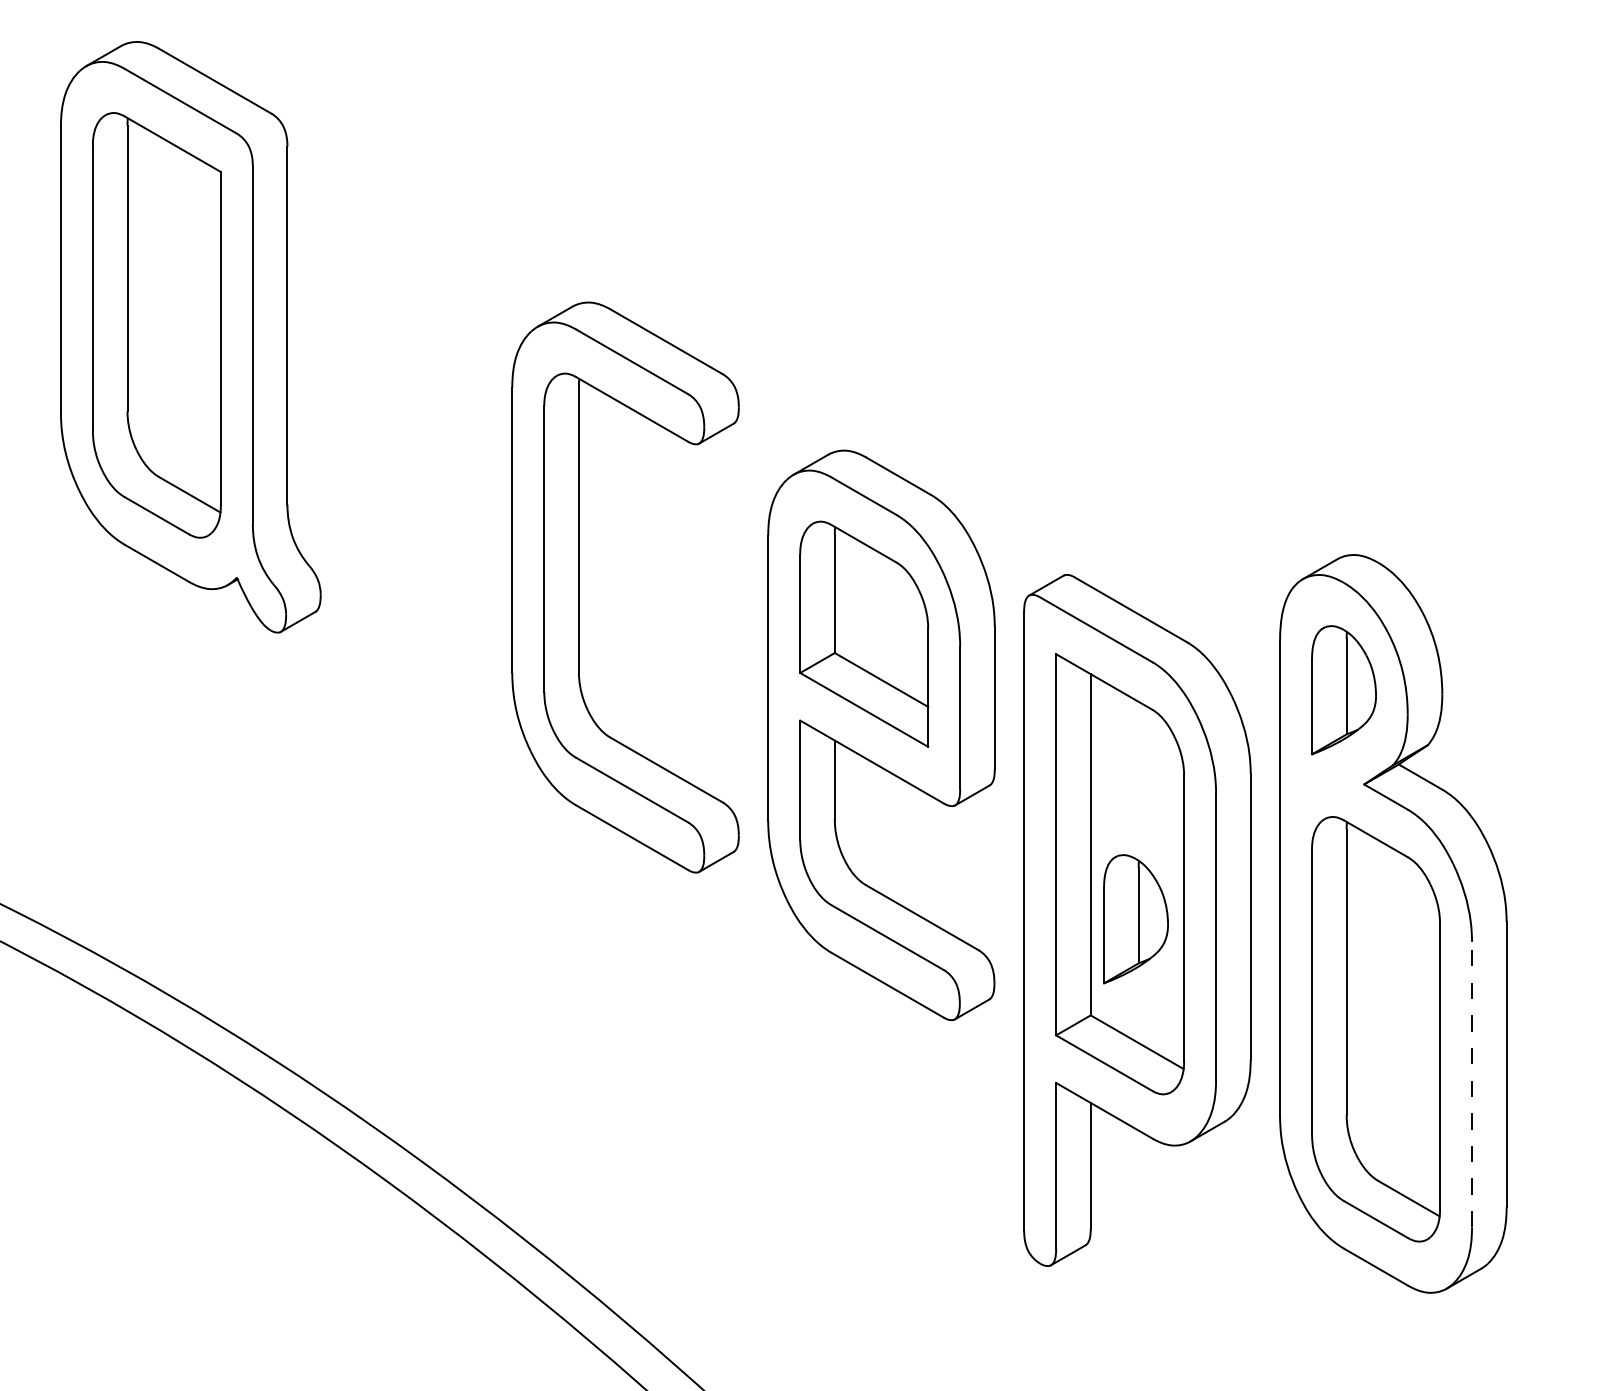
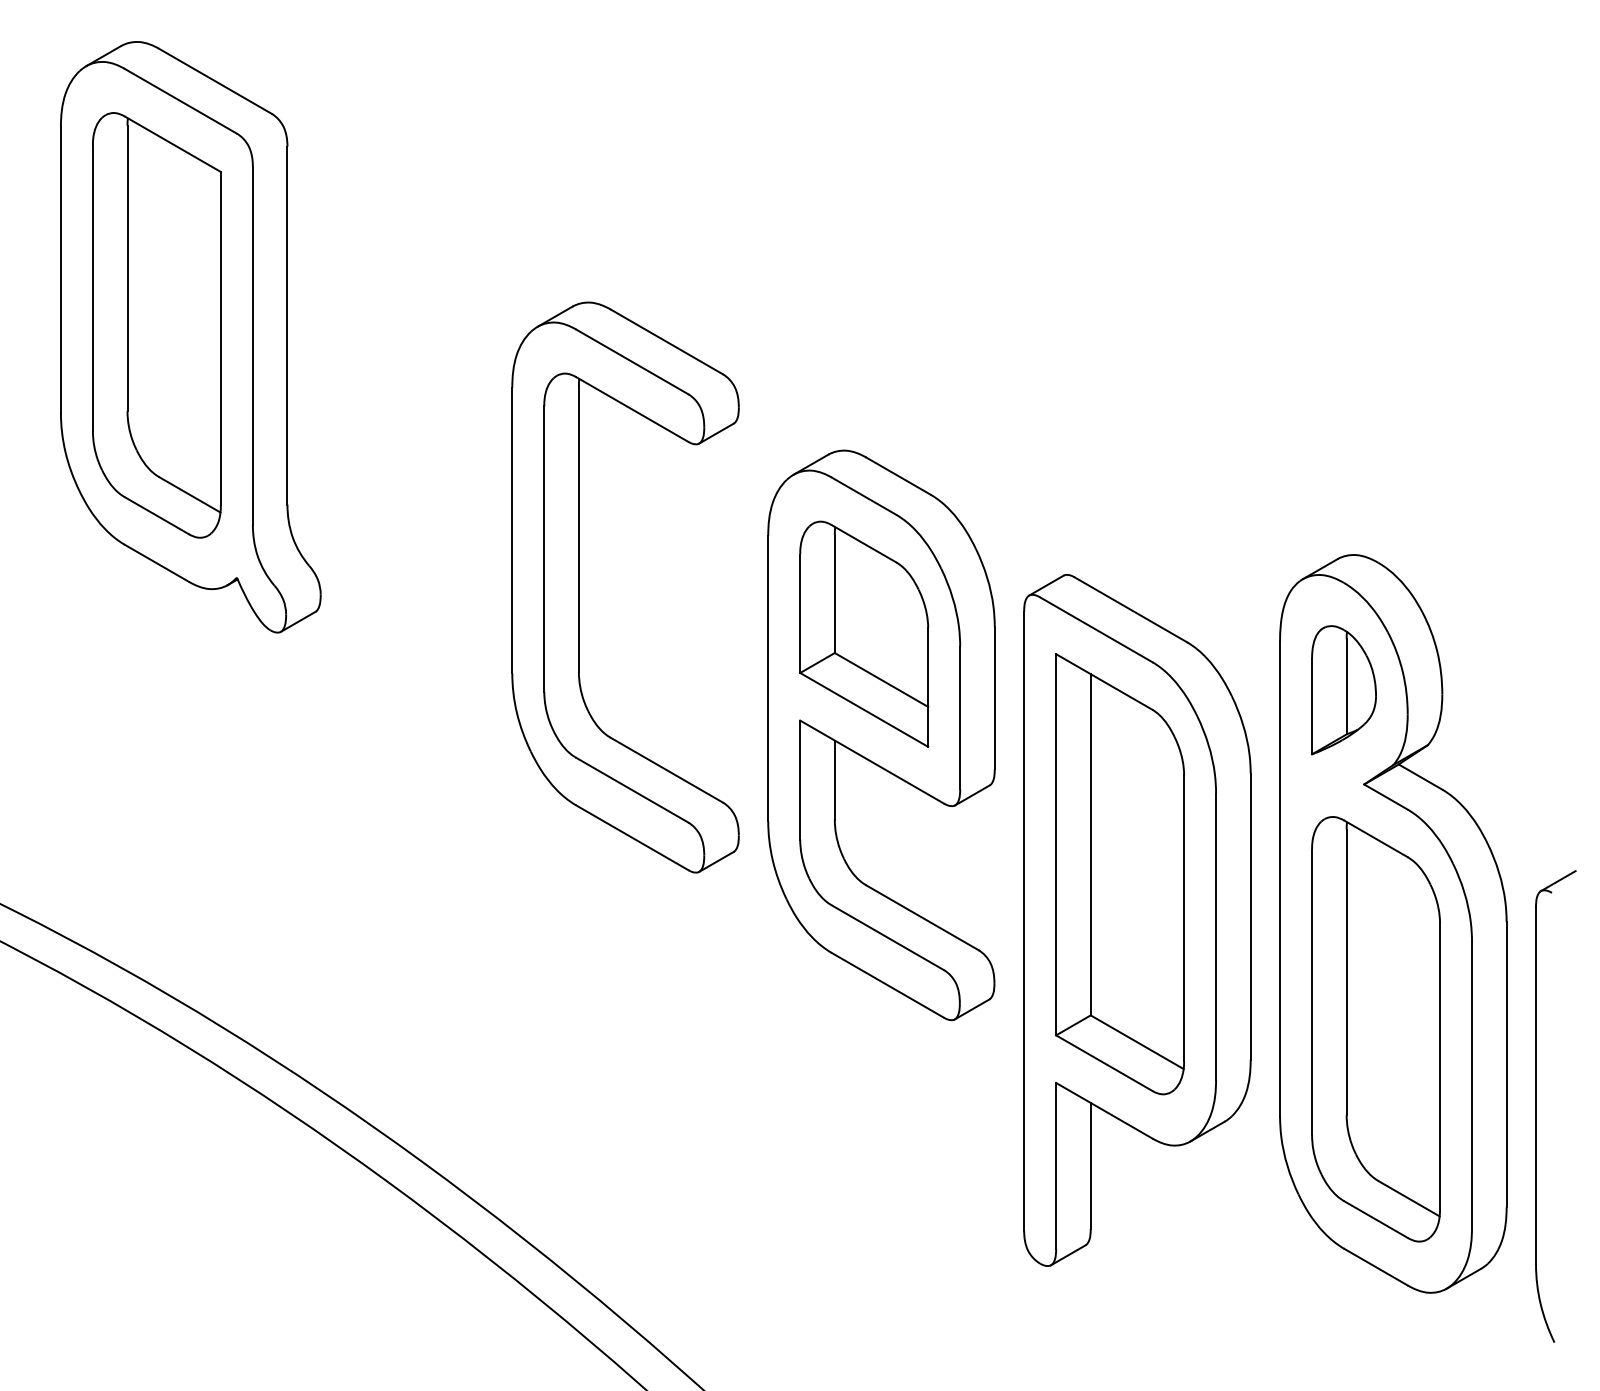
part at (1135, 919): present -> none
line at (1472, 1084): dashed -> solid
part at (1536, 1106): none -> present
